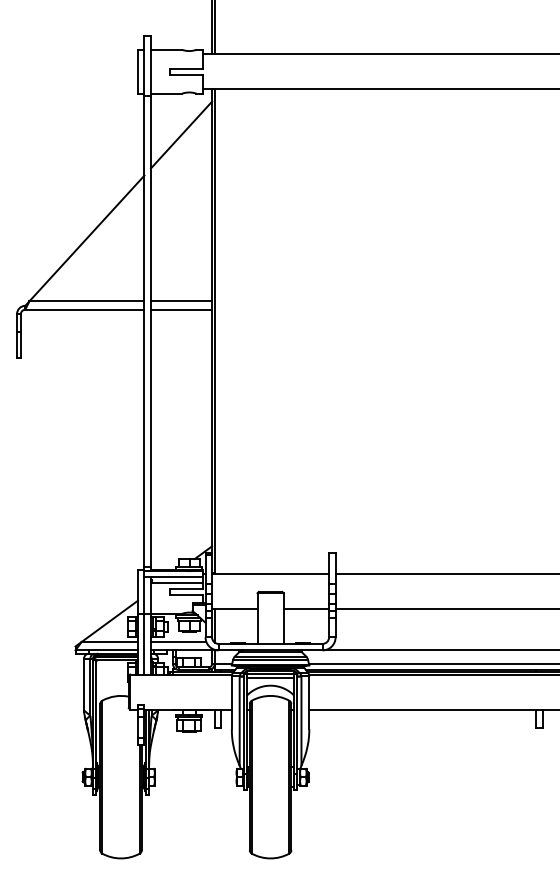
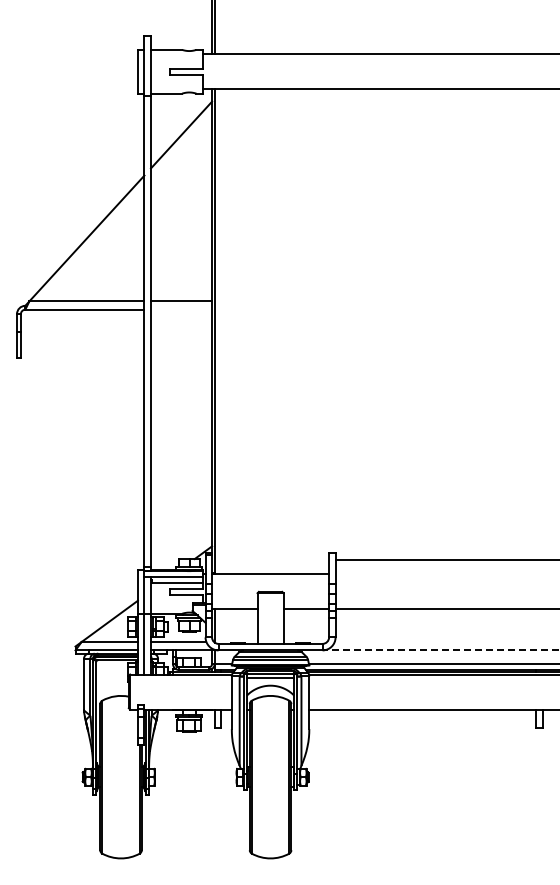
line at (181, 309): present -> none
line at (445, 574) position: (445, 574) -> (445, 560)
line at (440, 650): solid -> dashed
